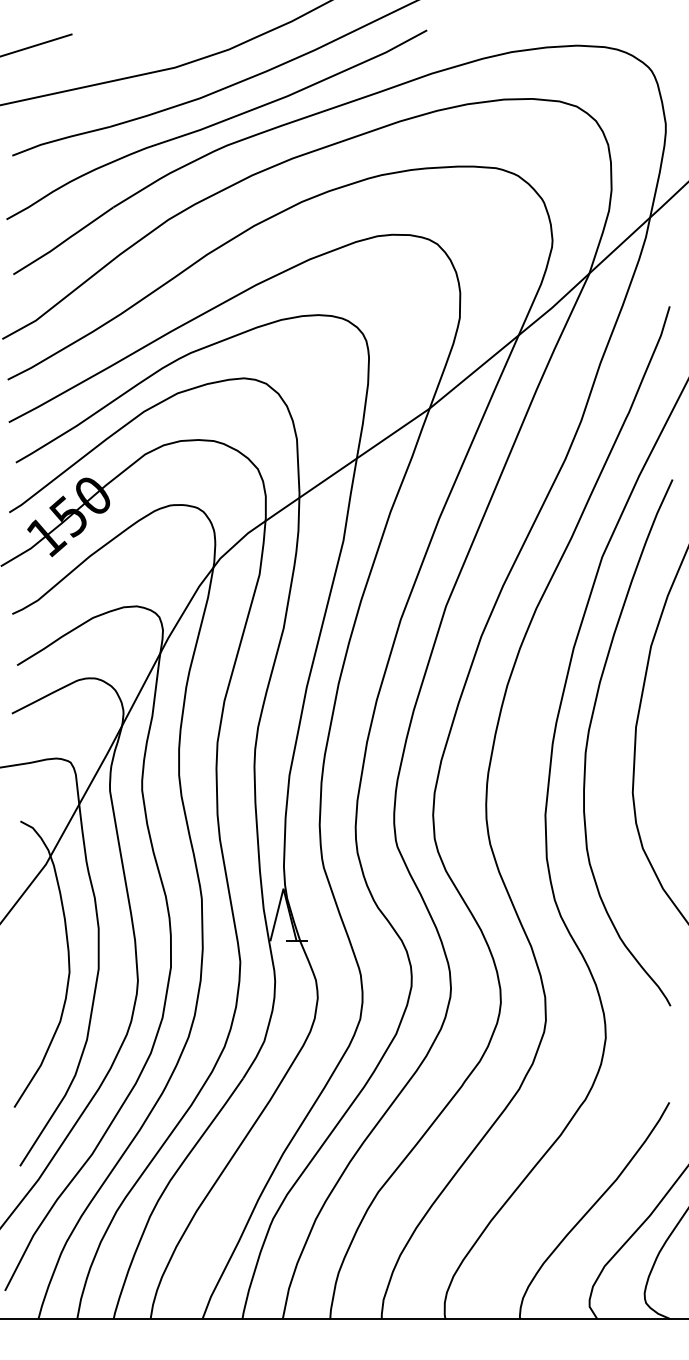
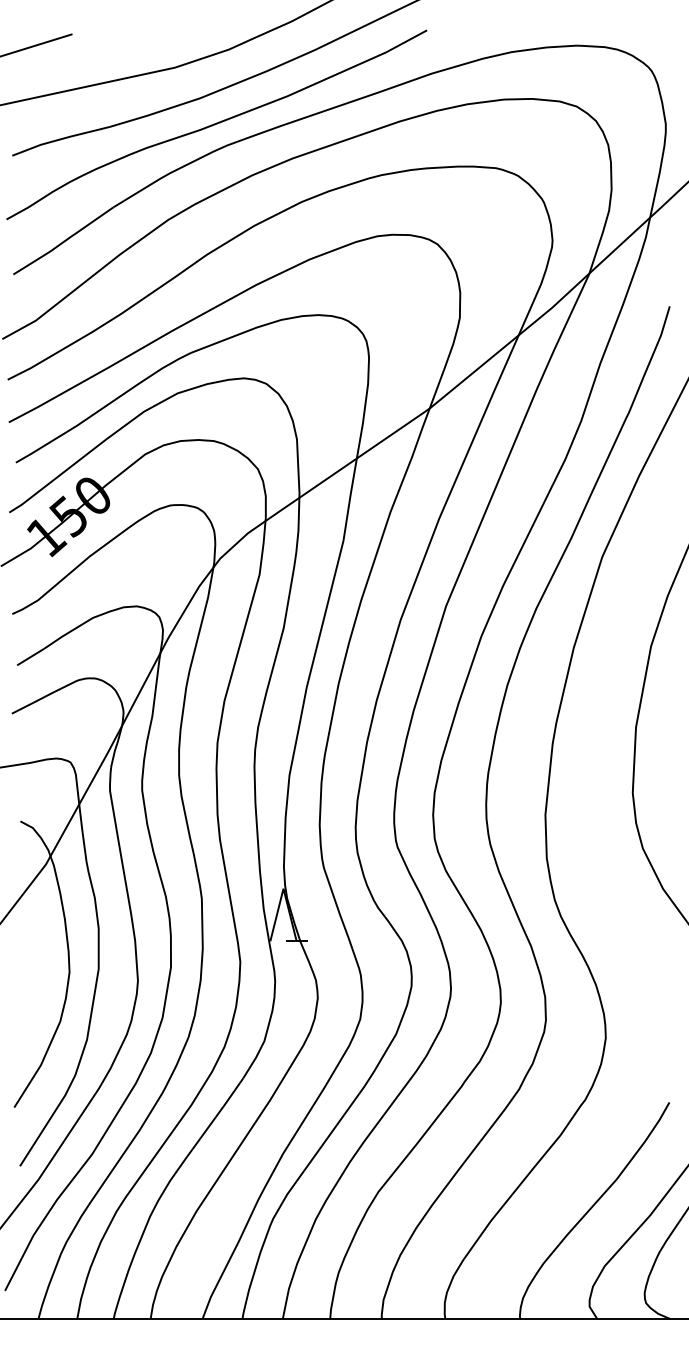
curve at (589, 735): present -> none
